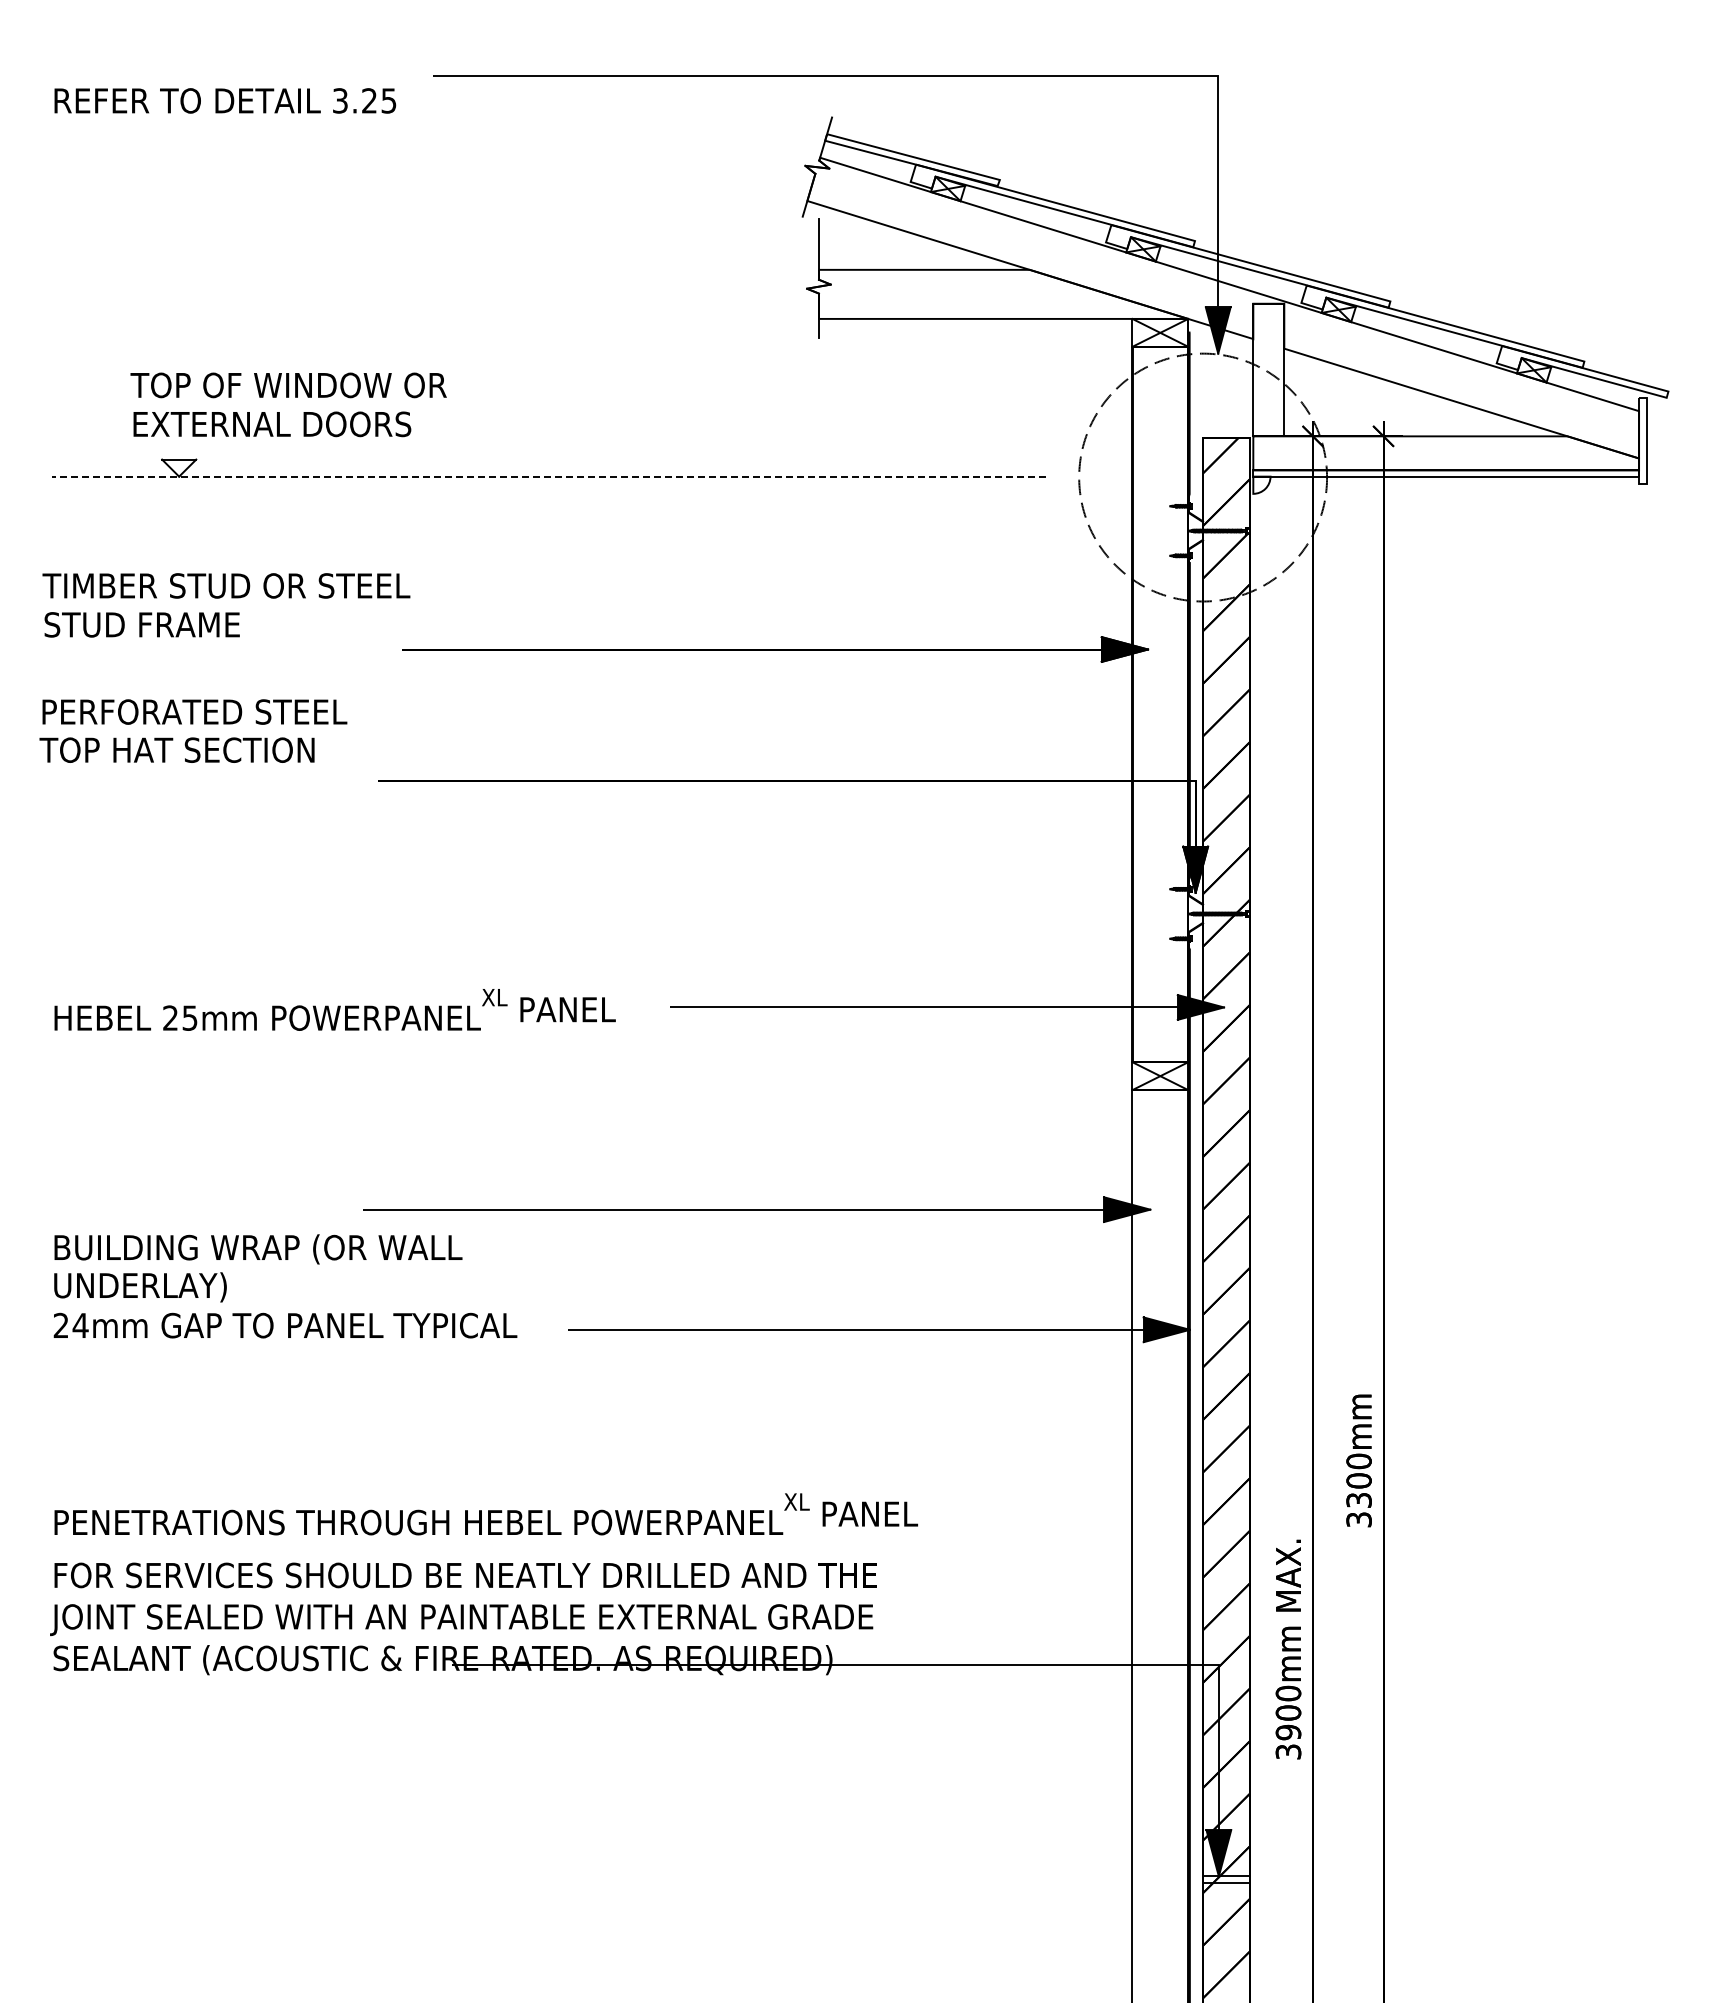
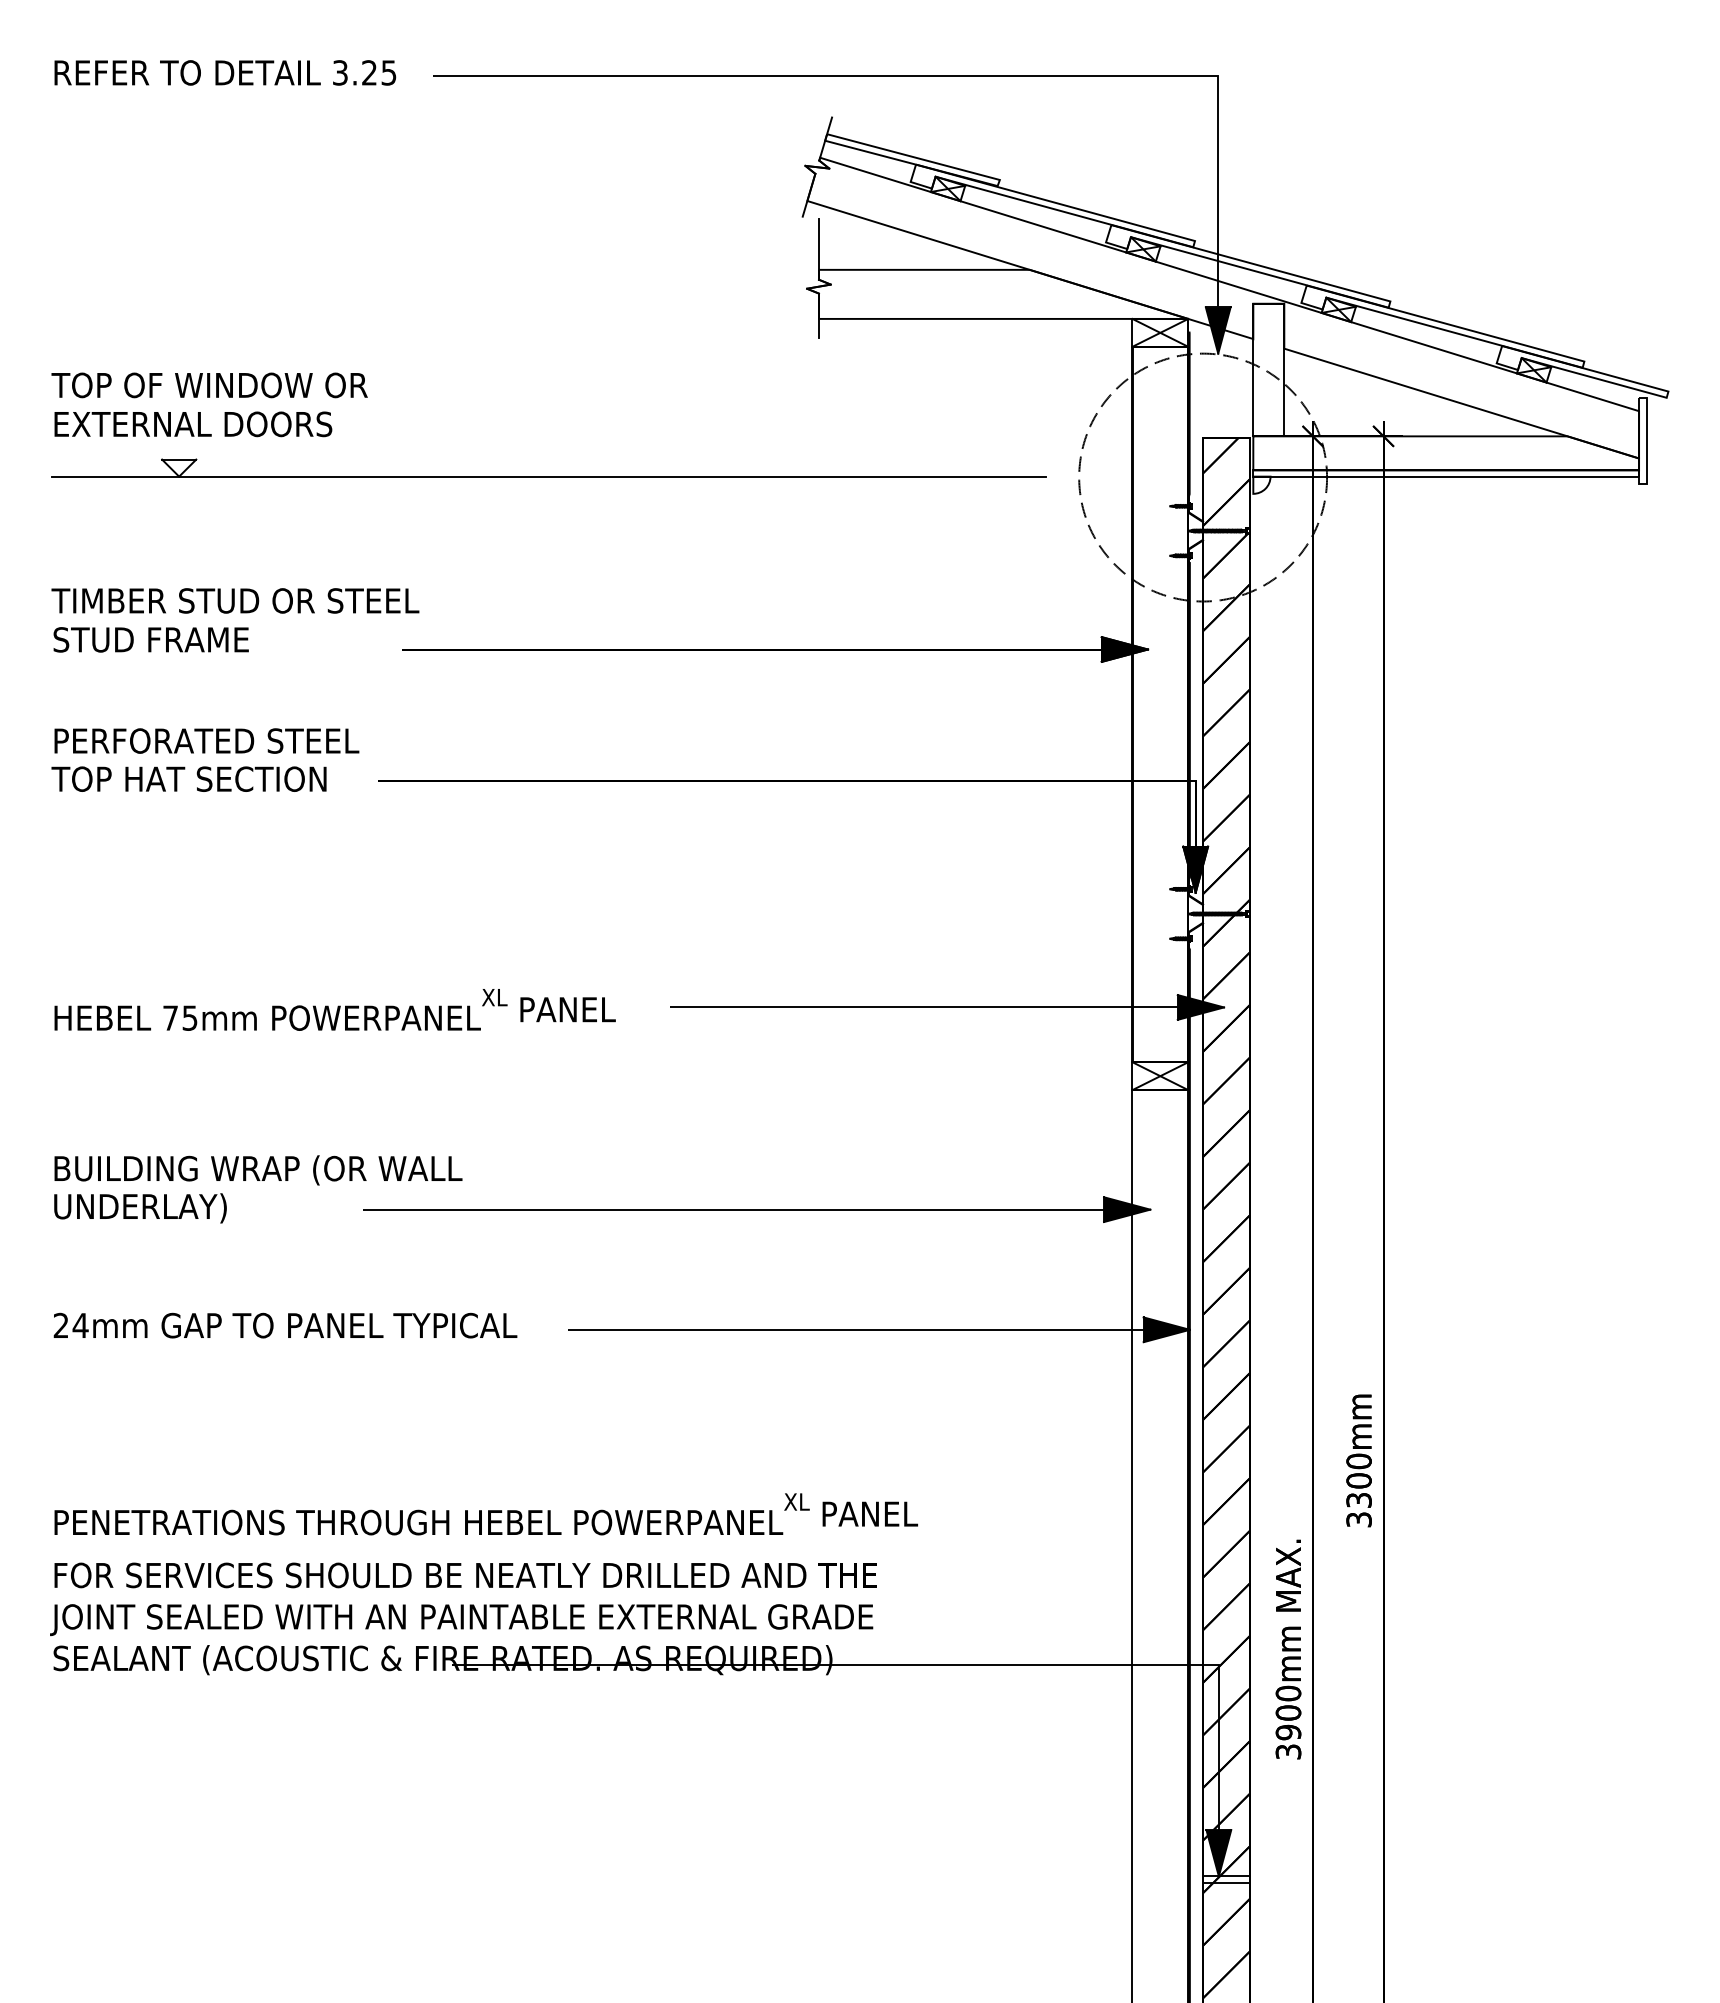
text at (225, 100) position: (225, 100) -> (225, 72)
text at (288, 404) position: (288, 404) -> (209, 404)
line at (548, 476): dashed -> solid
text at (226, 605) position: (226, 605) -> (235, 620)
text at (193, 730) position: (193, 730) -> (205, 759)
text at (170, 1017): 25mm -> 75mm
text at (258, 1268) position: (258, 1268) -> (258, 1189)
